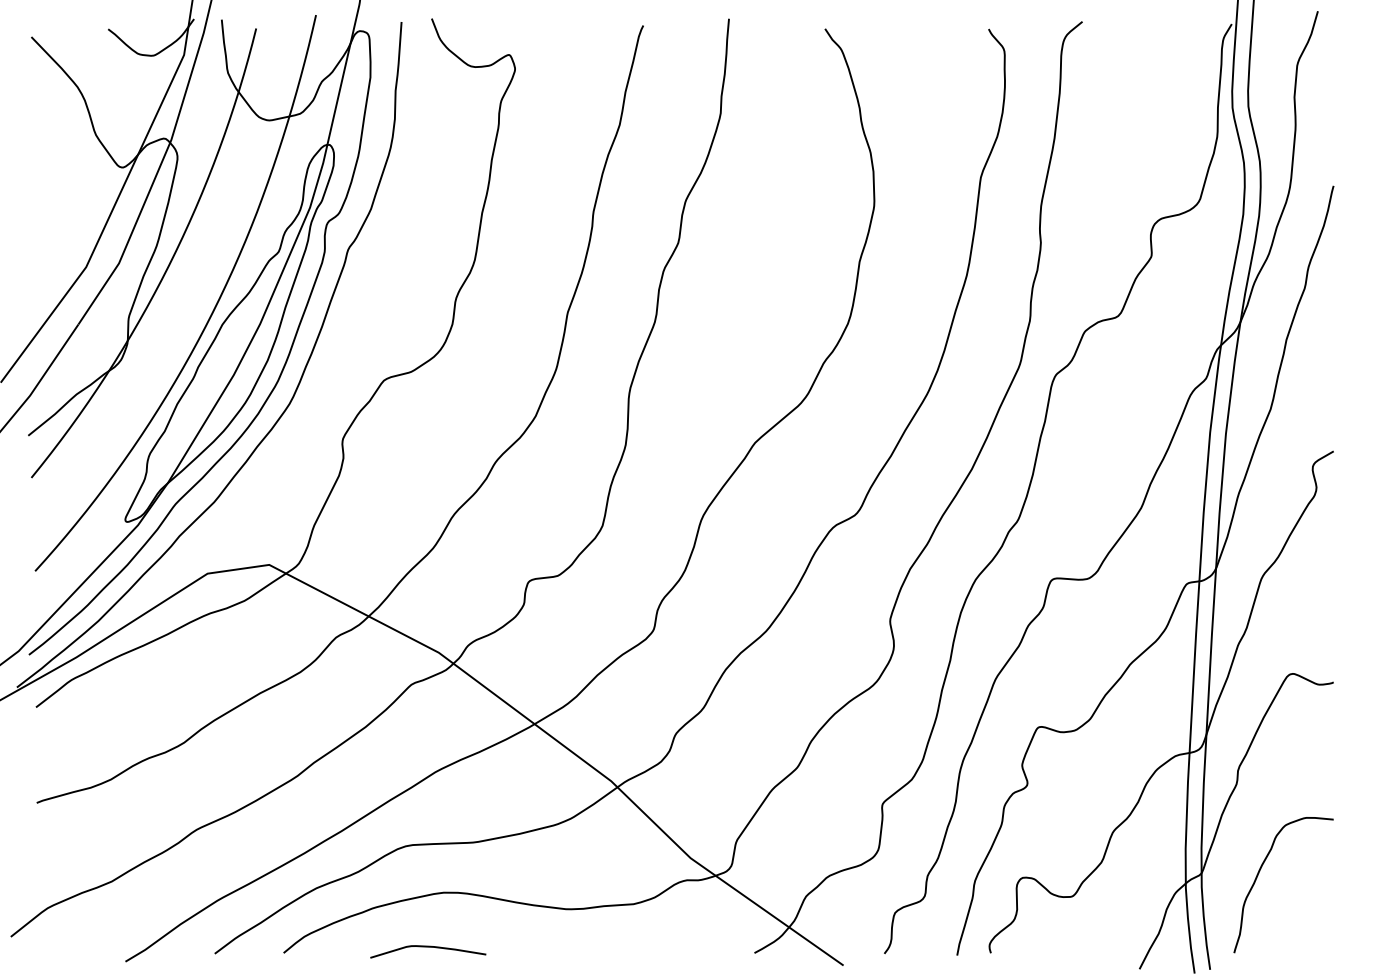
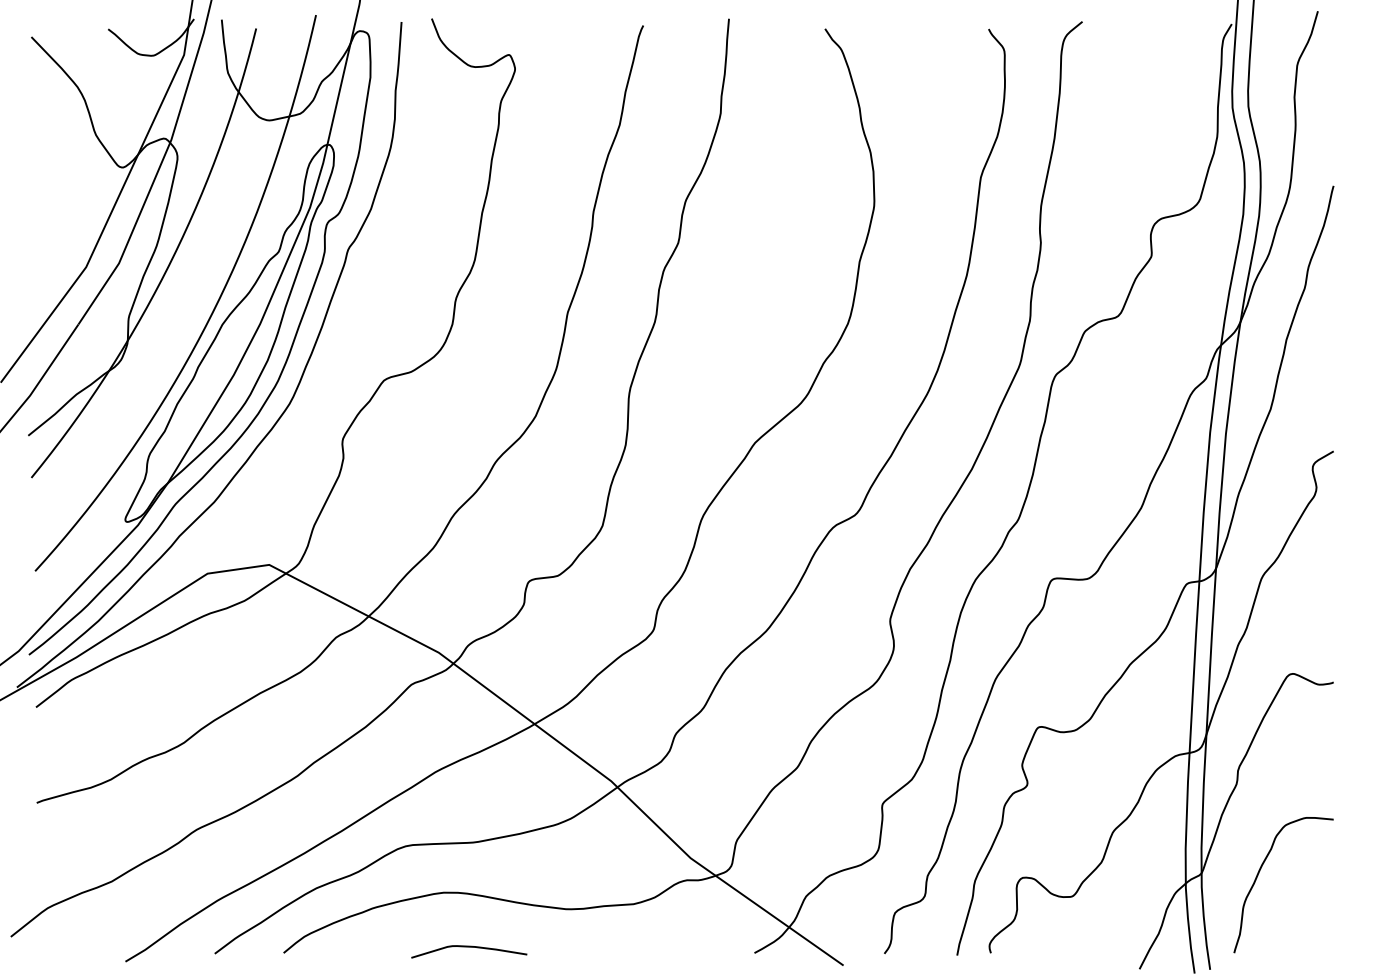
curve at (428, 947) position: (428, 947) -> (469, 947)
